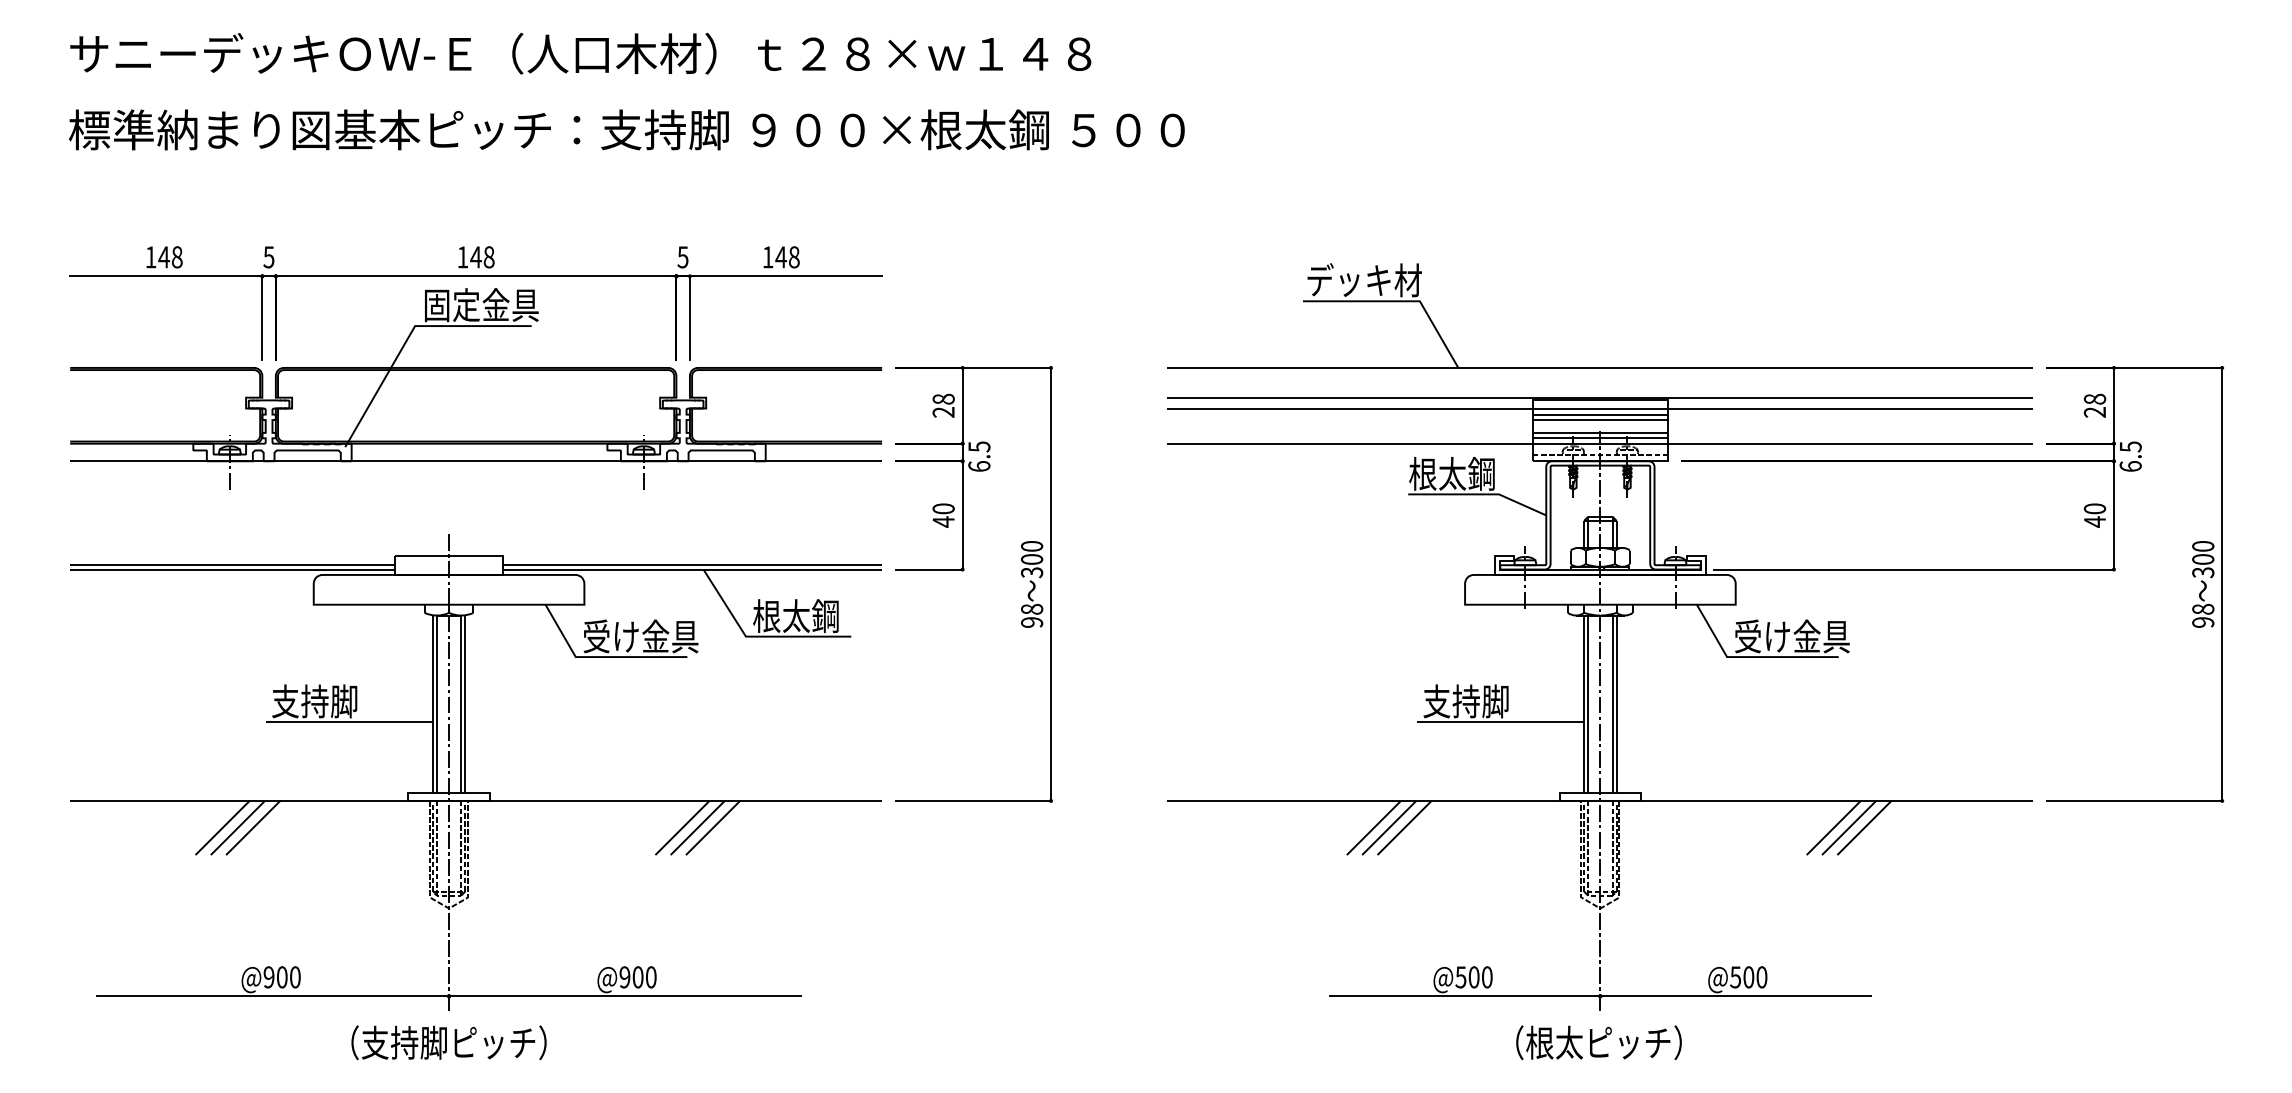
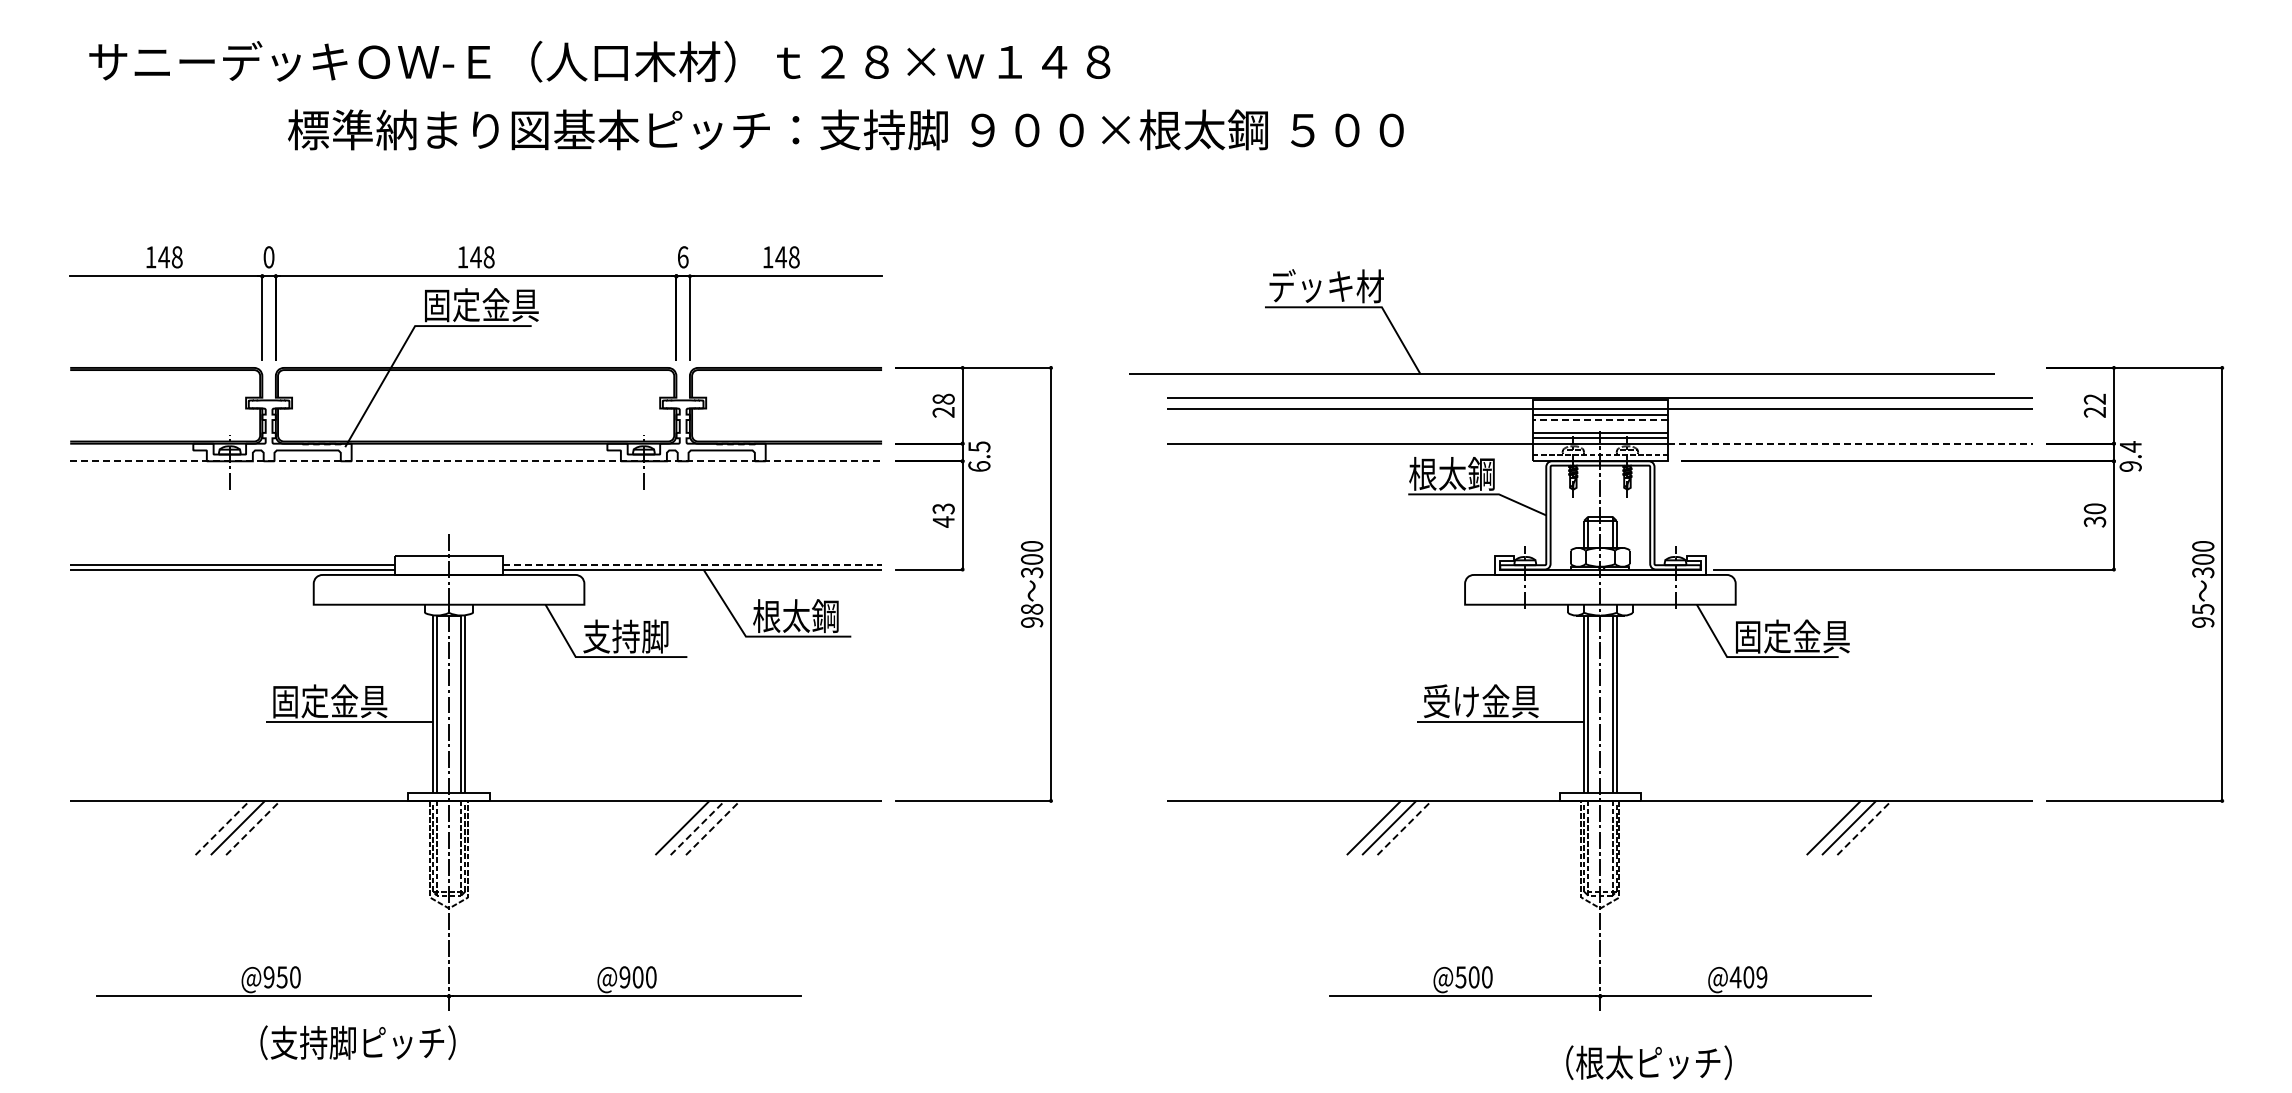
text at (580, 53) position: (580, 53) -> (599, 61)
text at (626, 129) position: (626, 129) -> (845, 129)
text at (268, 257): 5 -> 0
text at (682, 257): 5 -> 6
part at (1599, 367) position: (1599, 367) -> (1561, 373)
text at (2094, 398): 28 -> 22
line at (1600, 420): solid -> dashed
line at (1850, 443): solid -> dashed
text at (2130, 456): 6.5 -> 9.4
line at (476, 461): solid -> dashed
text at (943, 508): 40 -> 43
text at (2094, 521): 40 -> 30
line at (693, 565): solid -> dashed
text at (2203, 609): 98 -> 95
text at (640, 636): 受け金具 -> 支持脚
text at (1762, 636): 受け金具 -> 固定金具
text at (329, 701): 支持脚 -> 固定金具
text at (1480, 701): 支持脚 -> 受け金具
line at (222, 827): solid -> dashed
line at (253, 827): solid -> dashed
line at (698, 827): solid -> dashed
line at (713, 827): solid -> dashed
line at (1404, 827): solid -> dashed
line at (1864, 827): solid -> dashed
text at (281, 977): @900 -> @950
text at (1748, 977): @500 -> @409
text at (448, 1042) position: (448, 1042) -> (357, 1042)
text at (1598, 1042) position: (1598, 1042) -> (1648, 1062)
